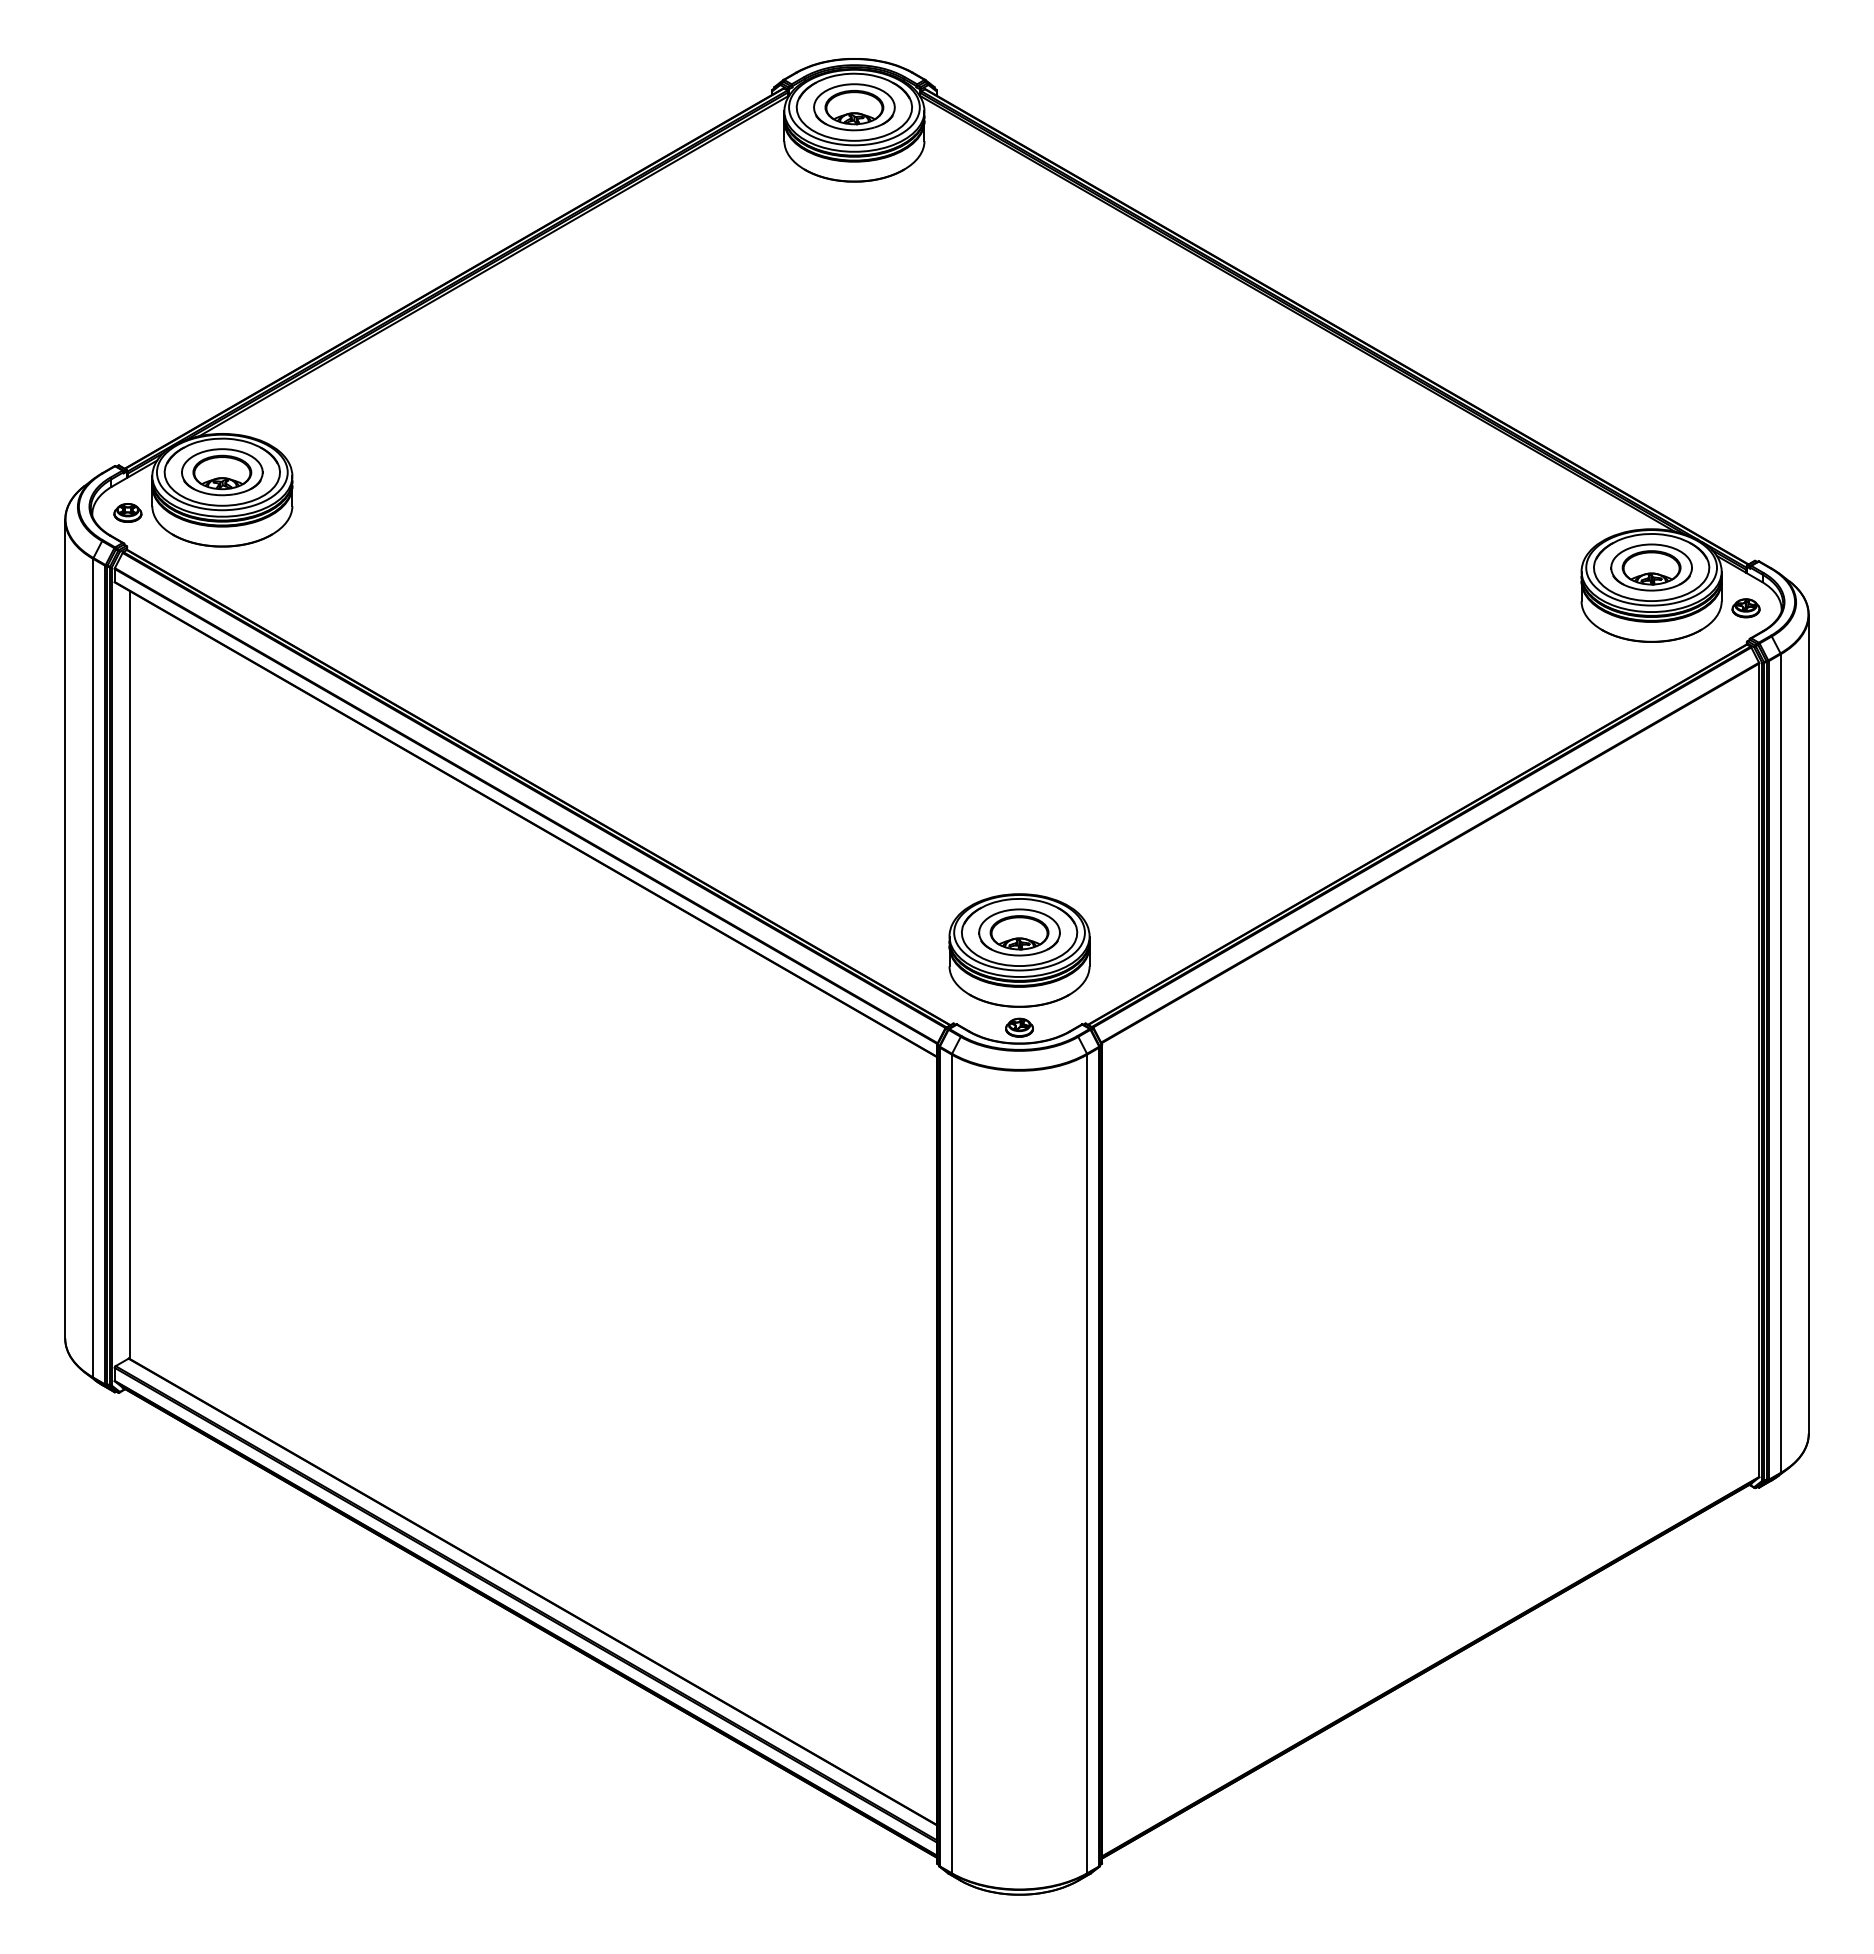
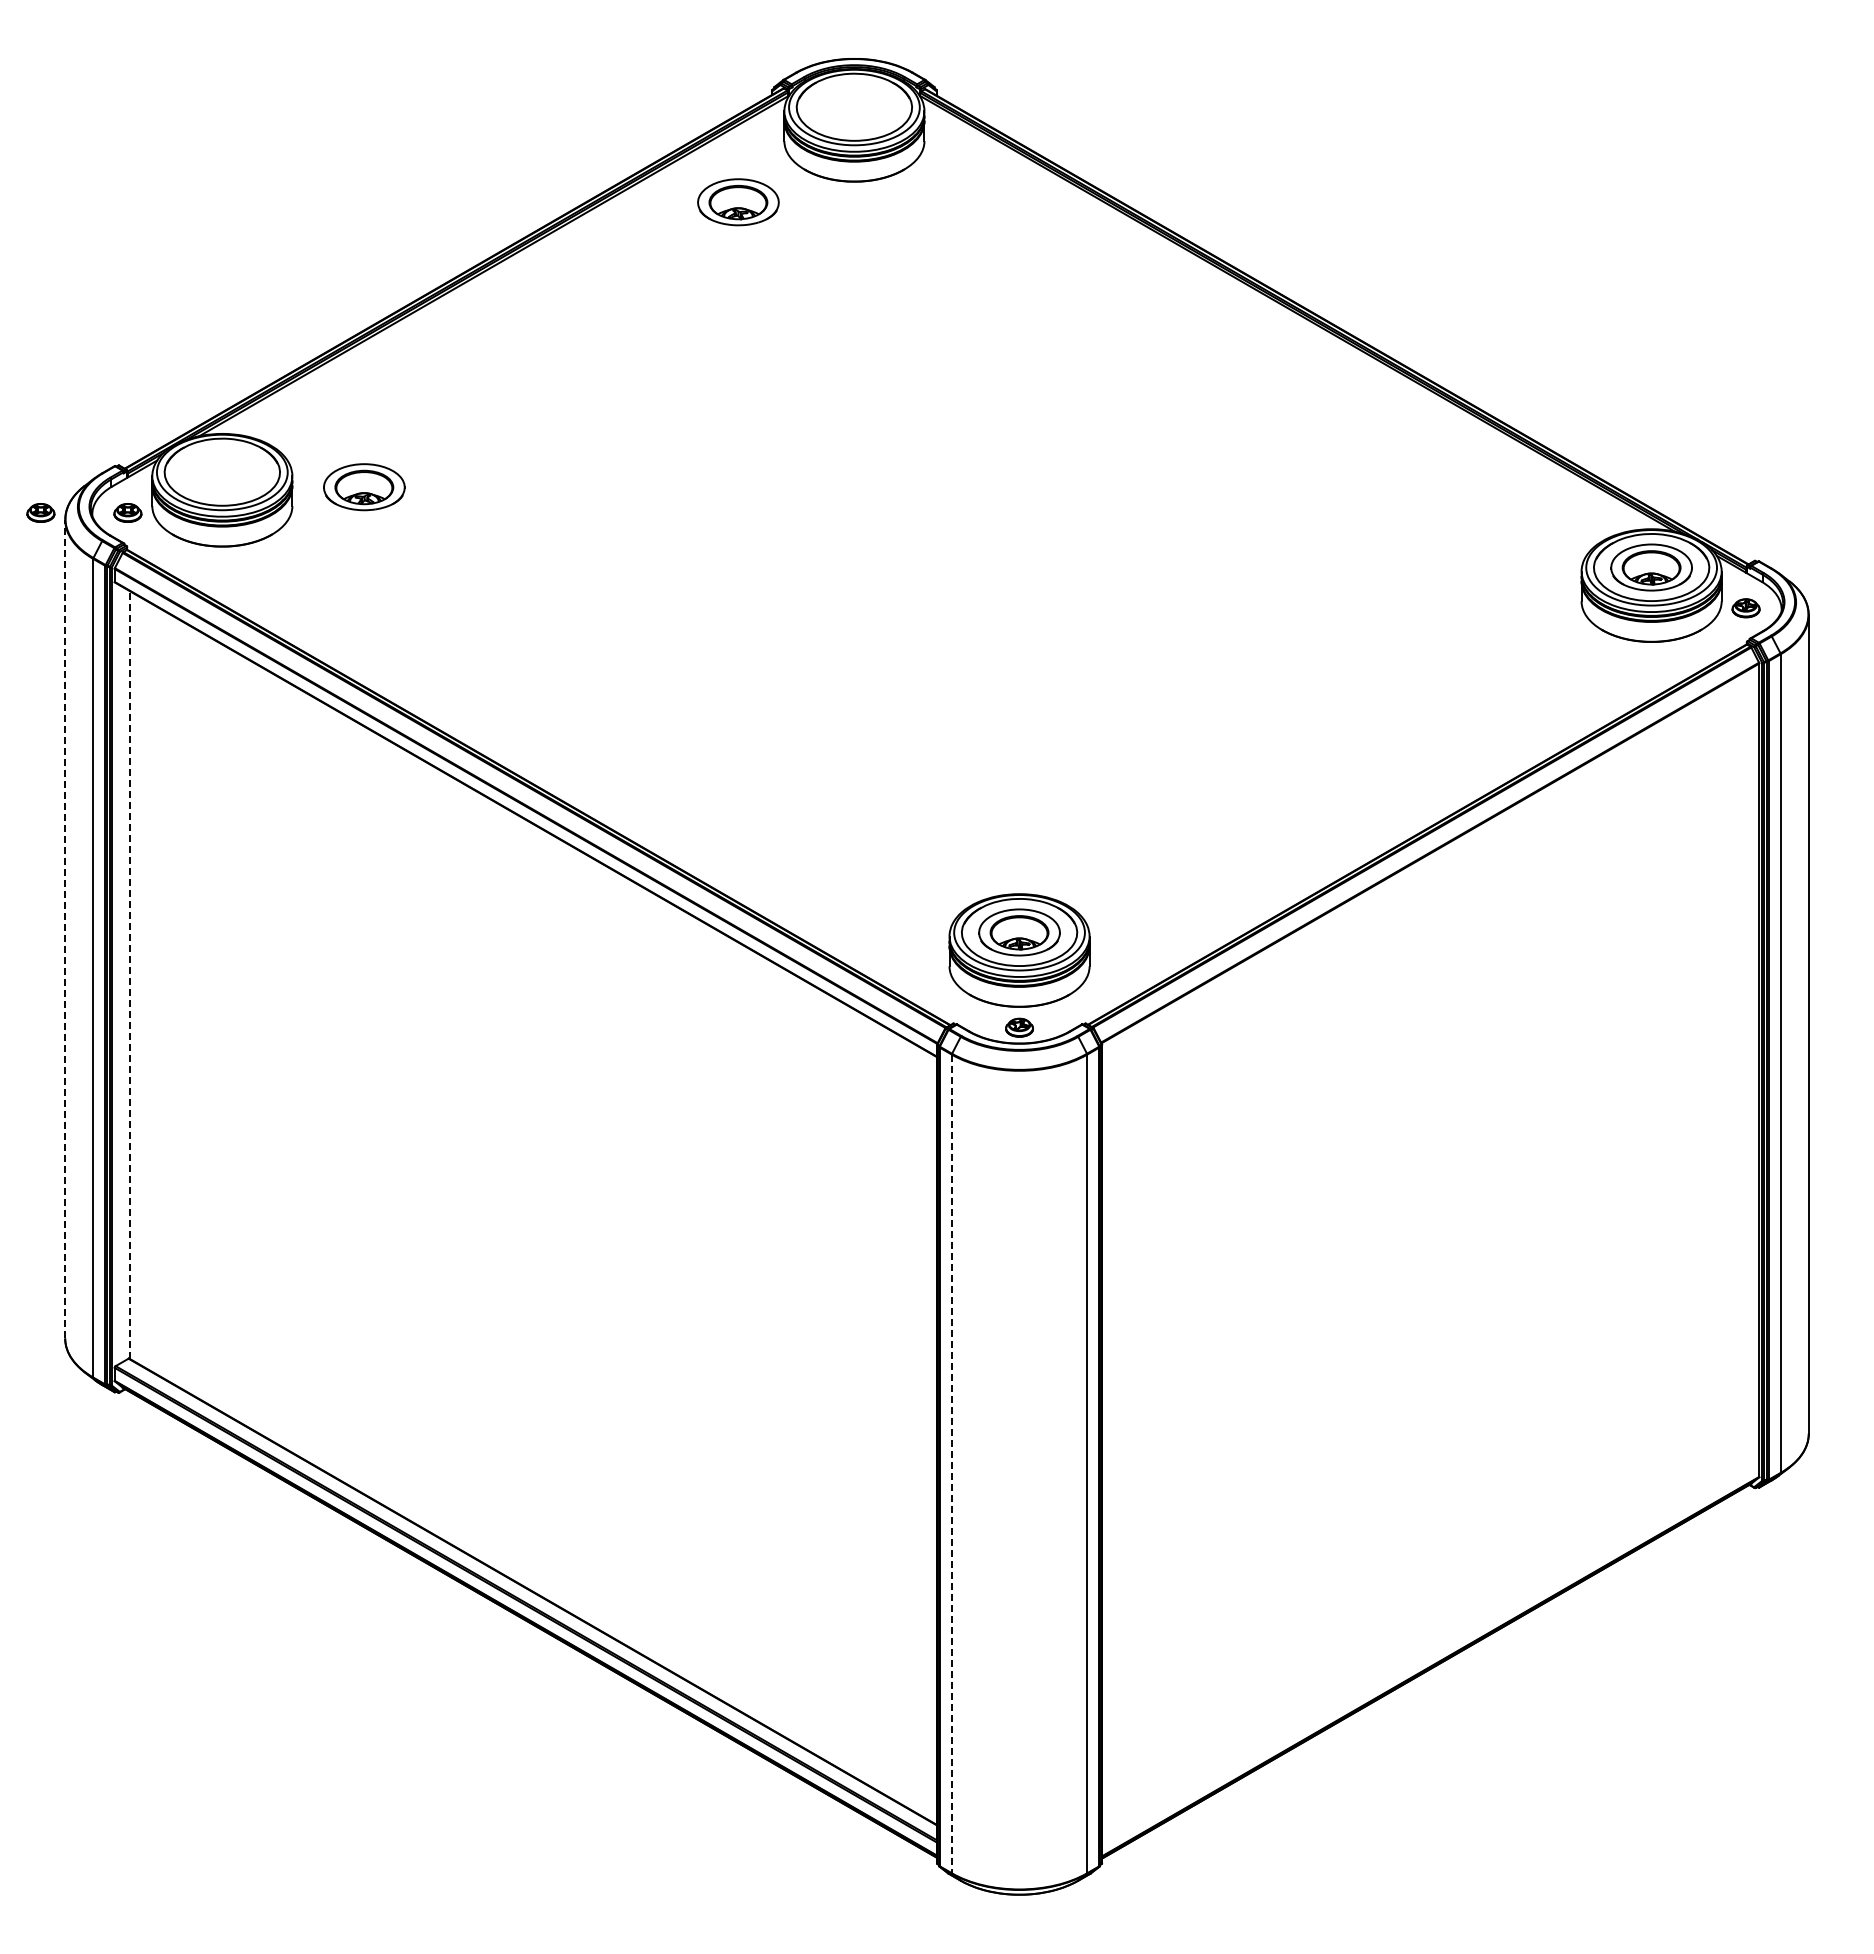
part at (854, 107) position: (854, 107) -> (738, 202)
part at (222, 472) position: (222, 472) -> (364, 487)
part at (40, 512): none -> present
line at (65, 928): solid -> dashed
line at (129, 974): solid -> dashed
line at (951, 1464): solid -> dashed
